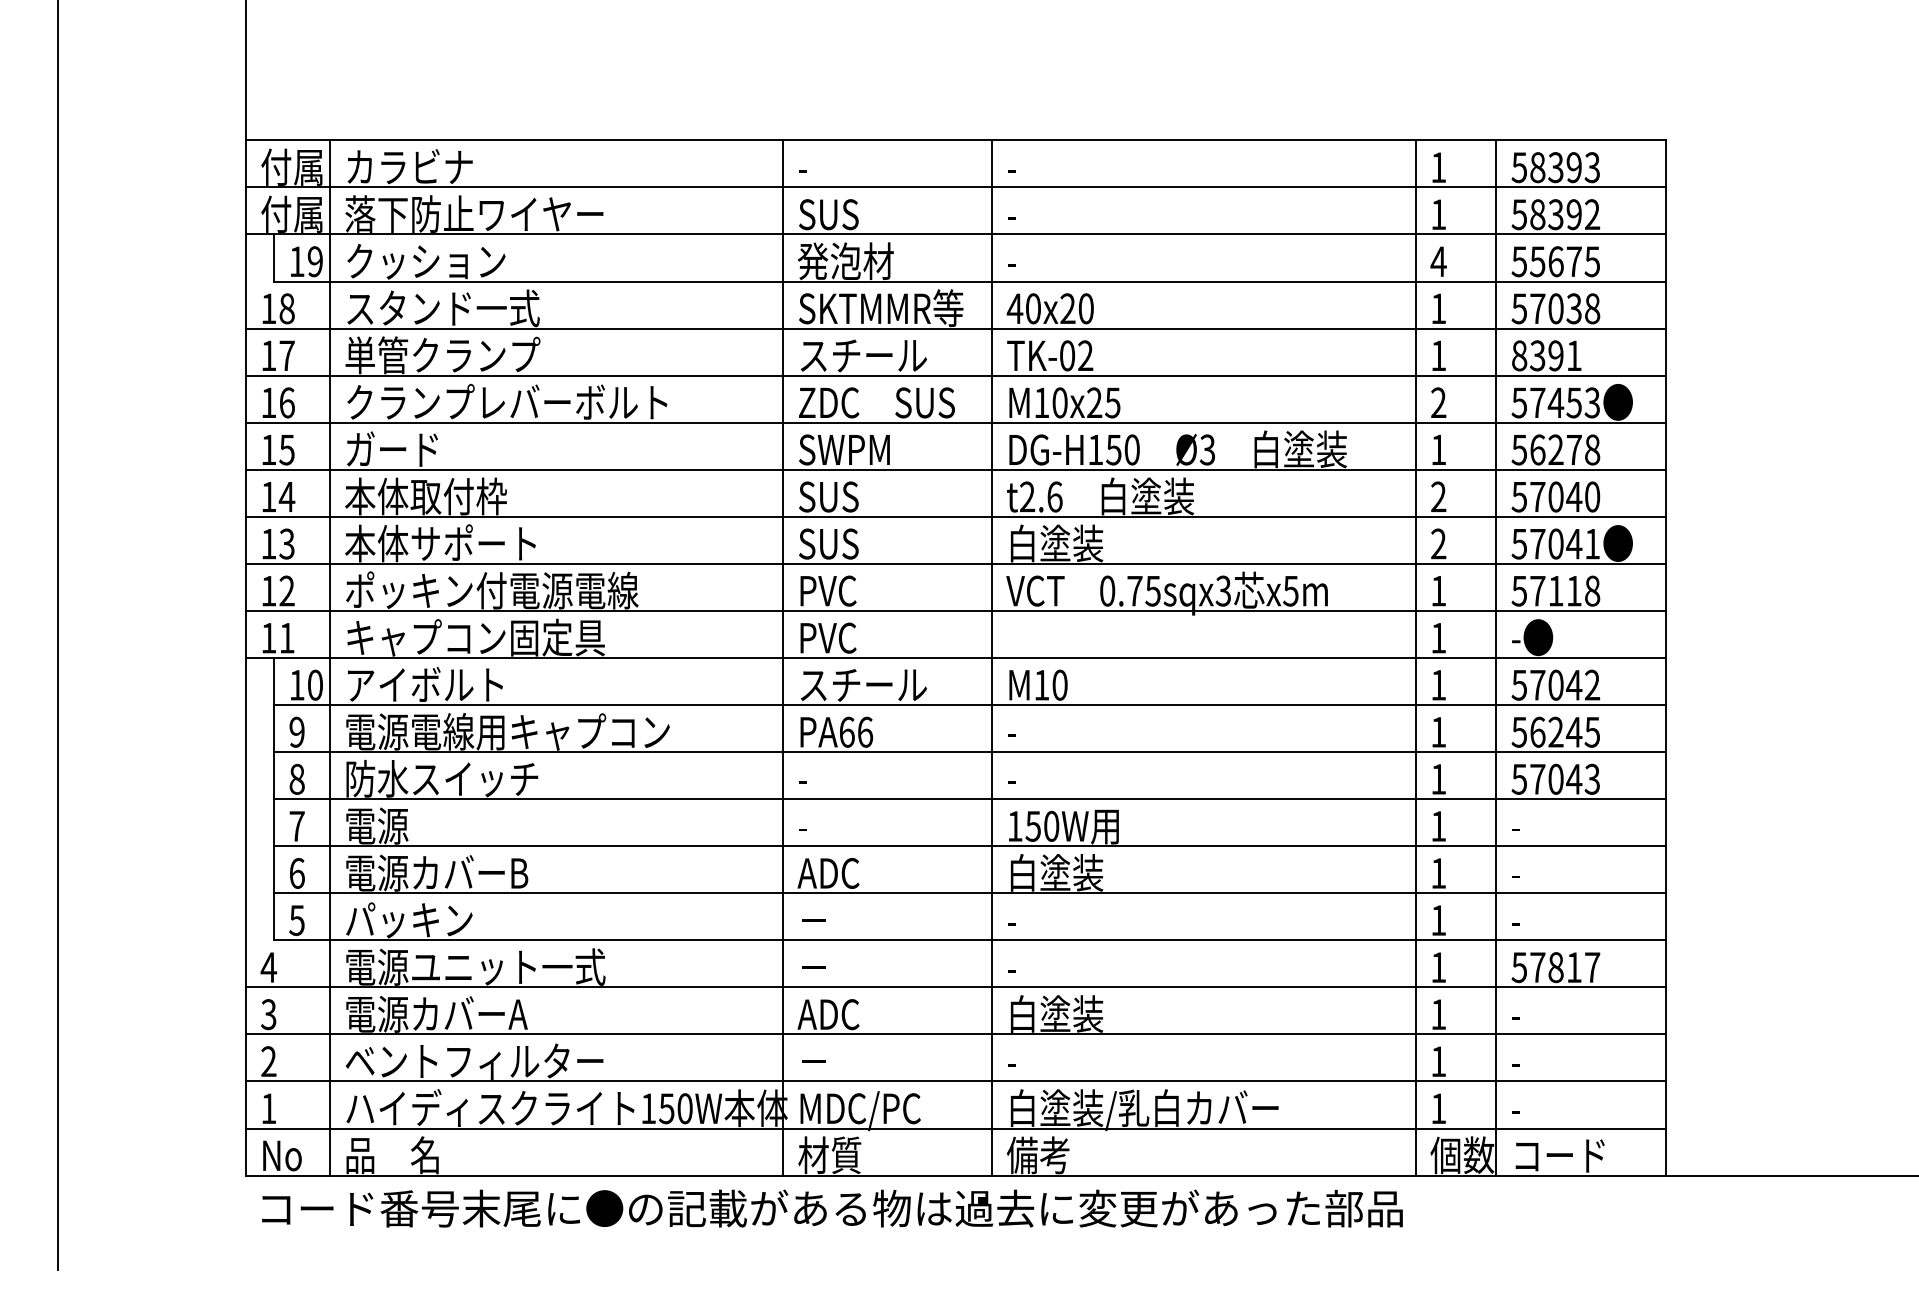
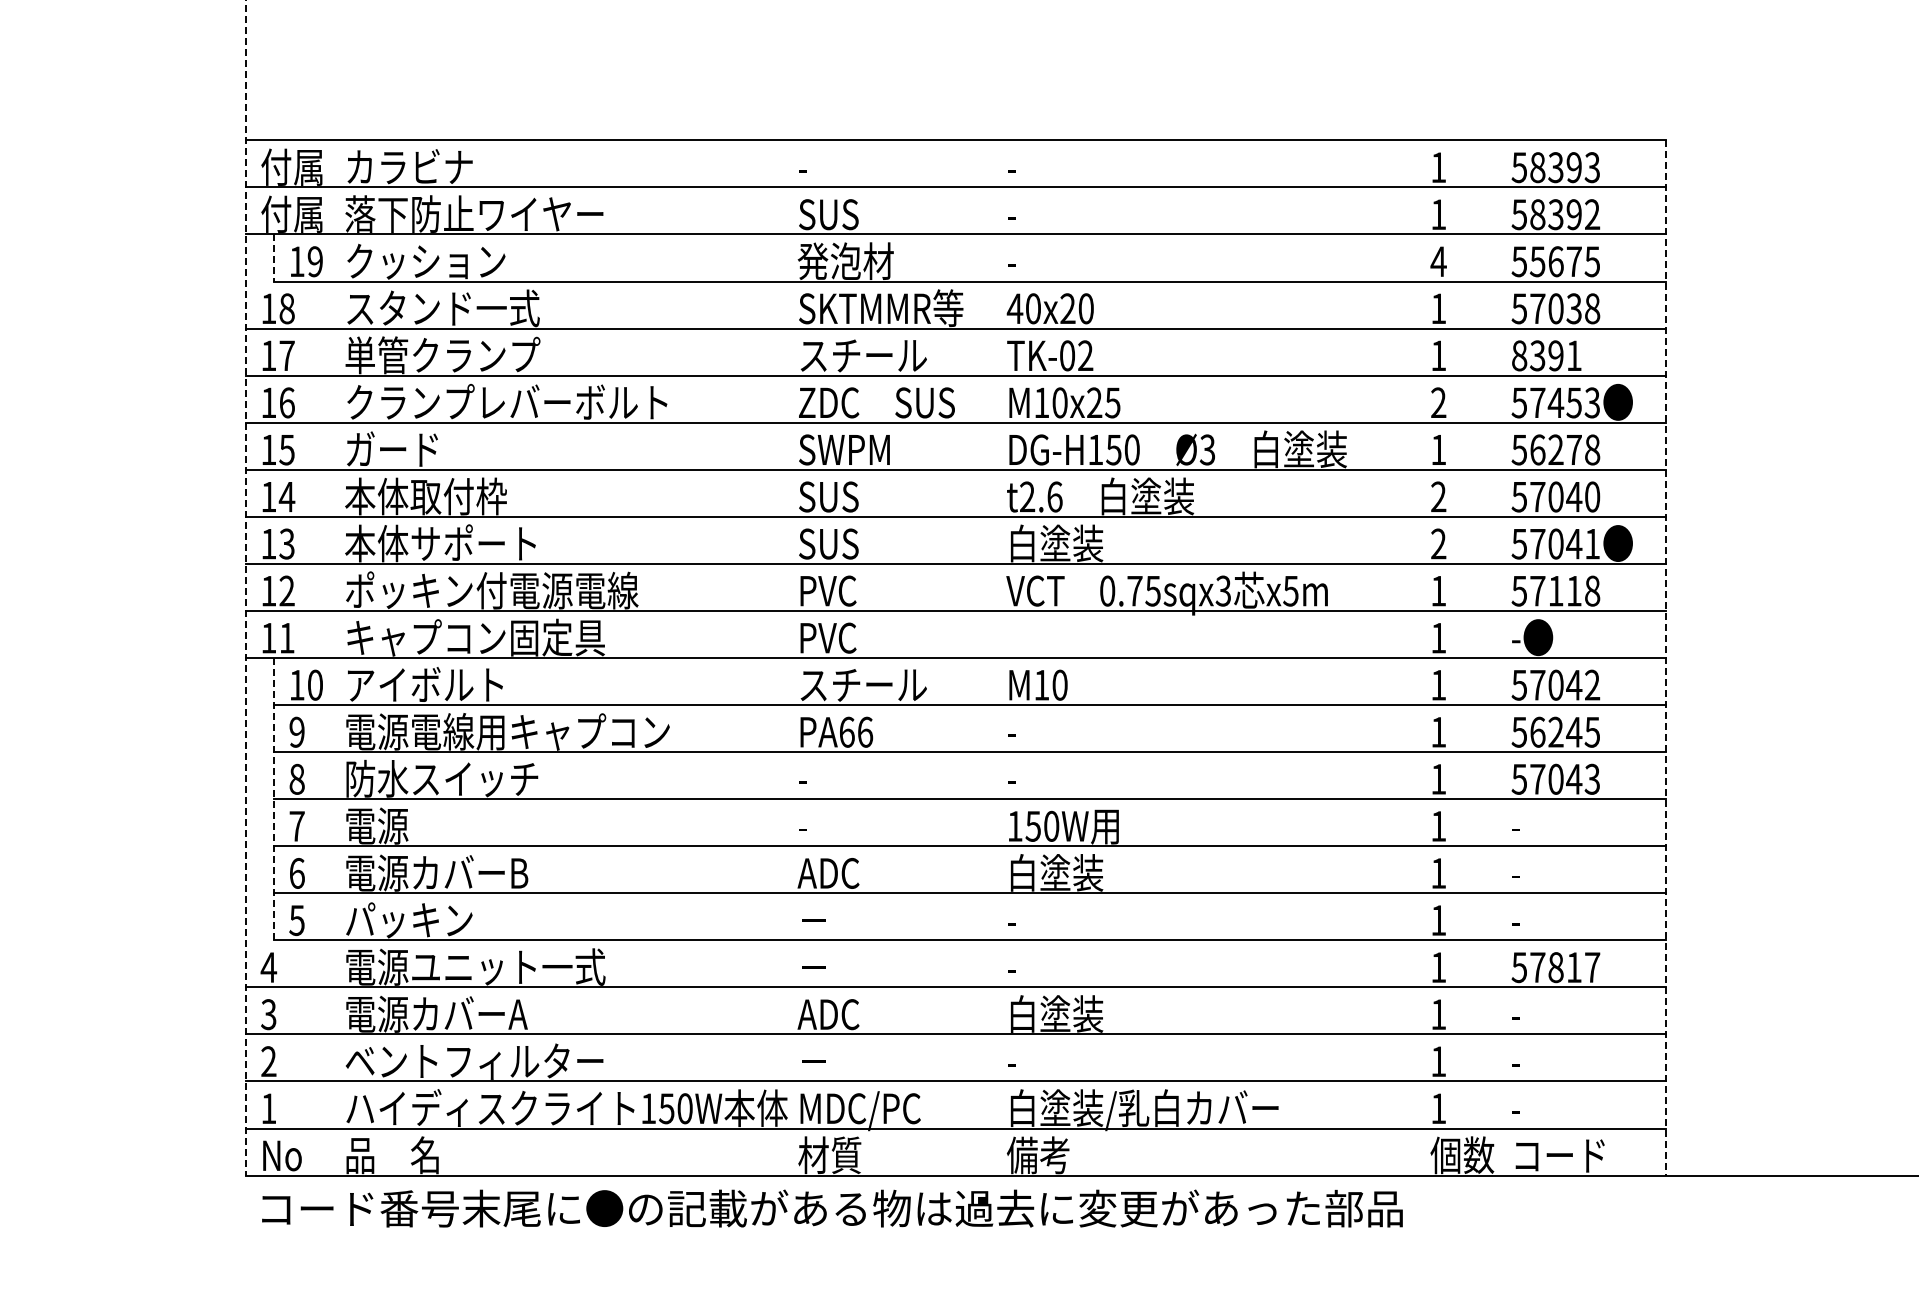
line at (274, 258): solid -> dashed
line at (245, 588): solid -> dashed
line at (57, 635): present -> none
line at (329, 657): present -> none
line at (783, 657): present -> none
line at (992, 657): present -> none
line at (1415, 657): present -> none
line at (1496, 657): present -> none
line at (1665, 657): solid -> dashed
line at (274, 799): solid -> dashed
